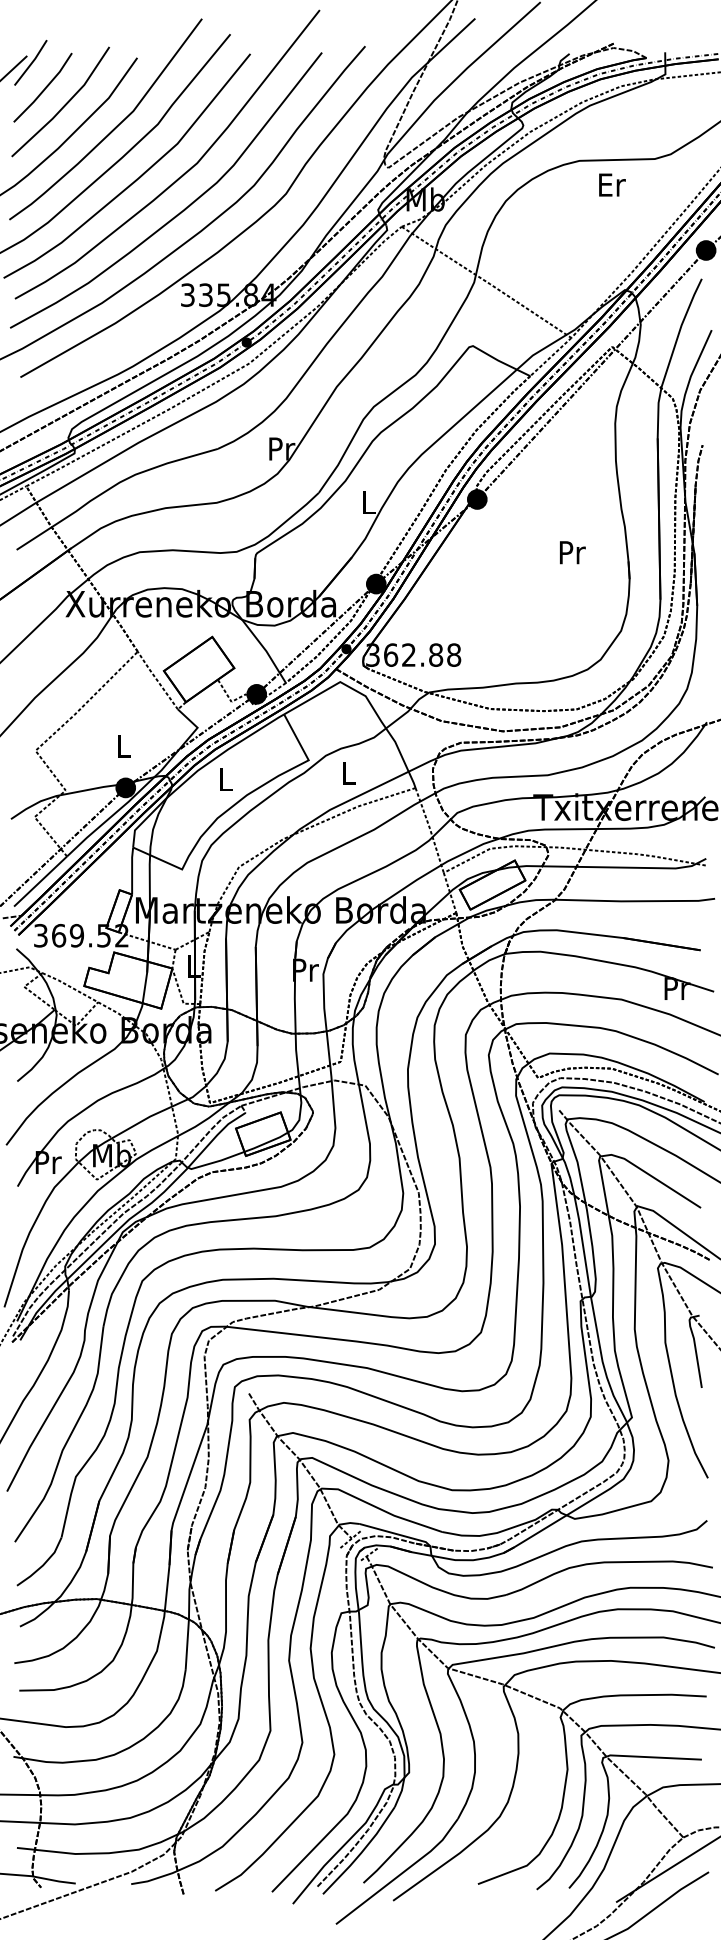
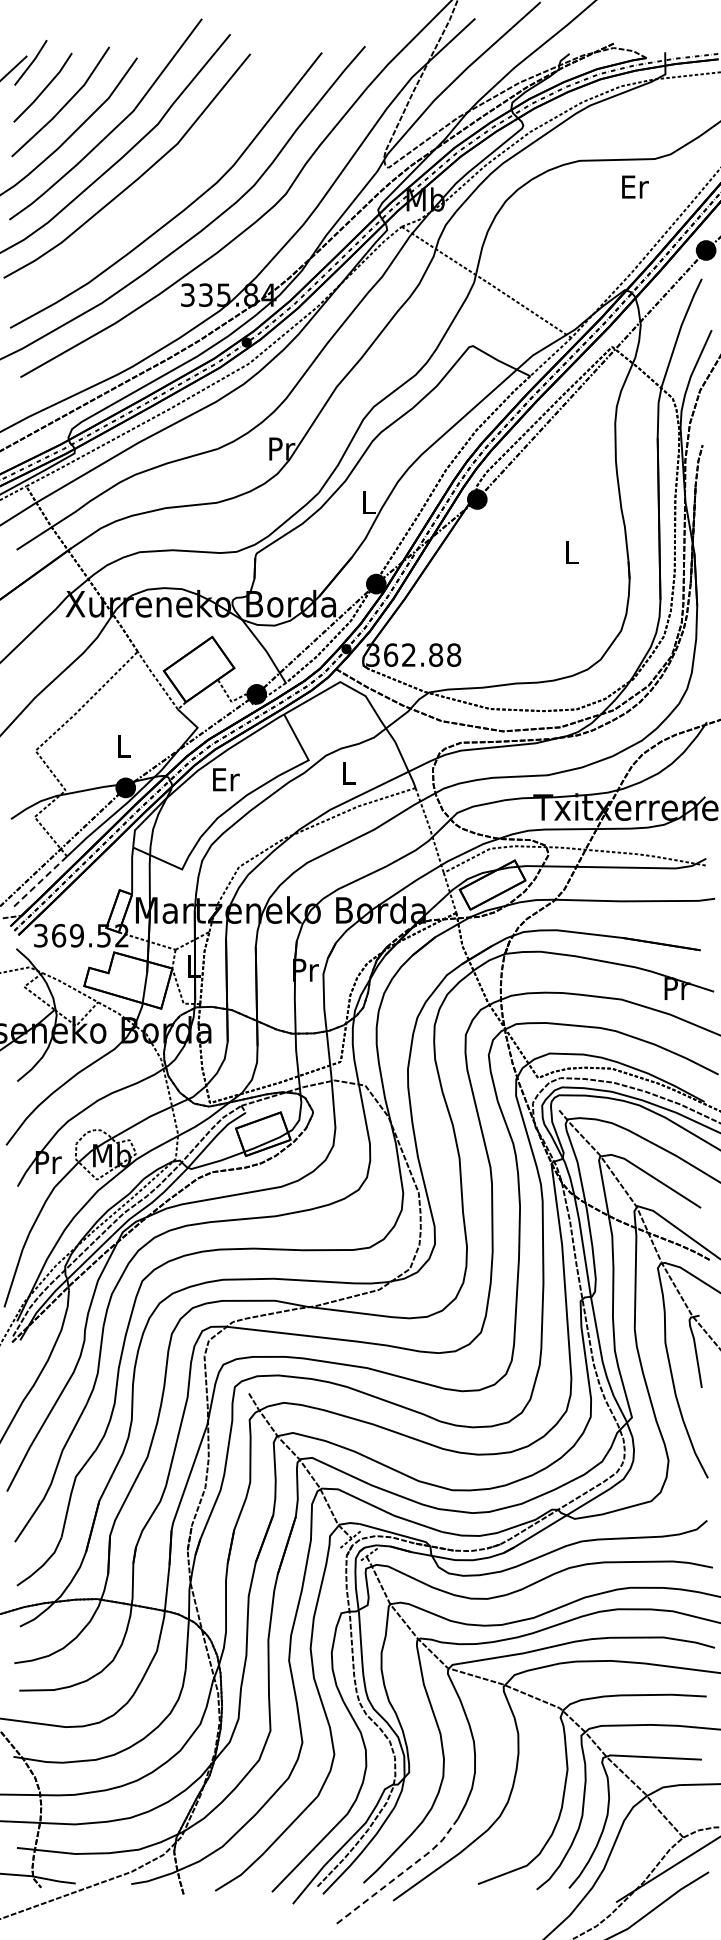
curve at (184, 172): present -> none
text at (612, 184) position: (612, 184) -> (635, 186)
text at (572, 552): Pr -> L
text at (226, 779): L -> Er
line at (40, 881): solid -> dashed
line at (401, 1873): solid -> dashed
